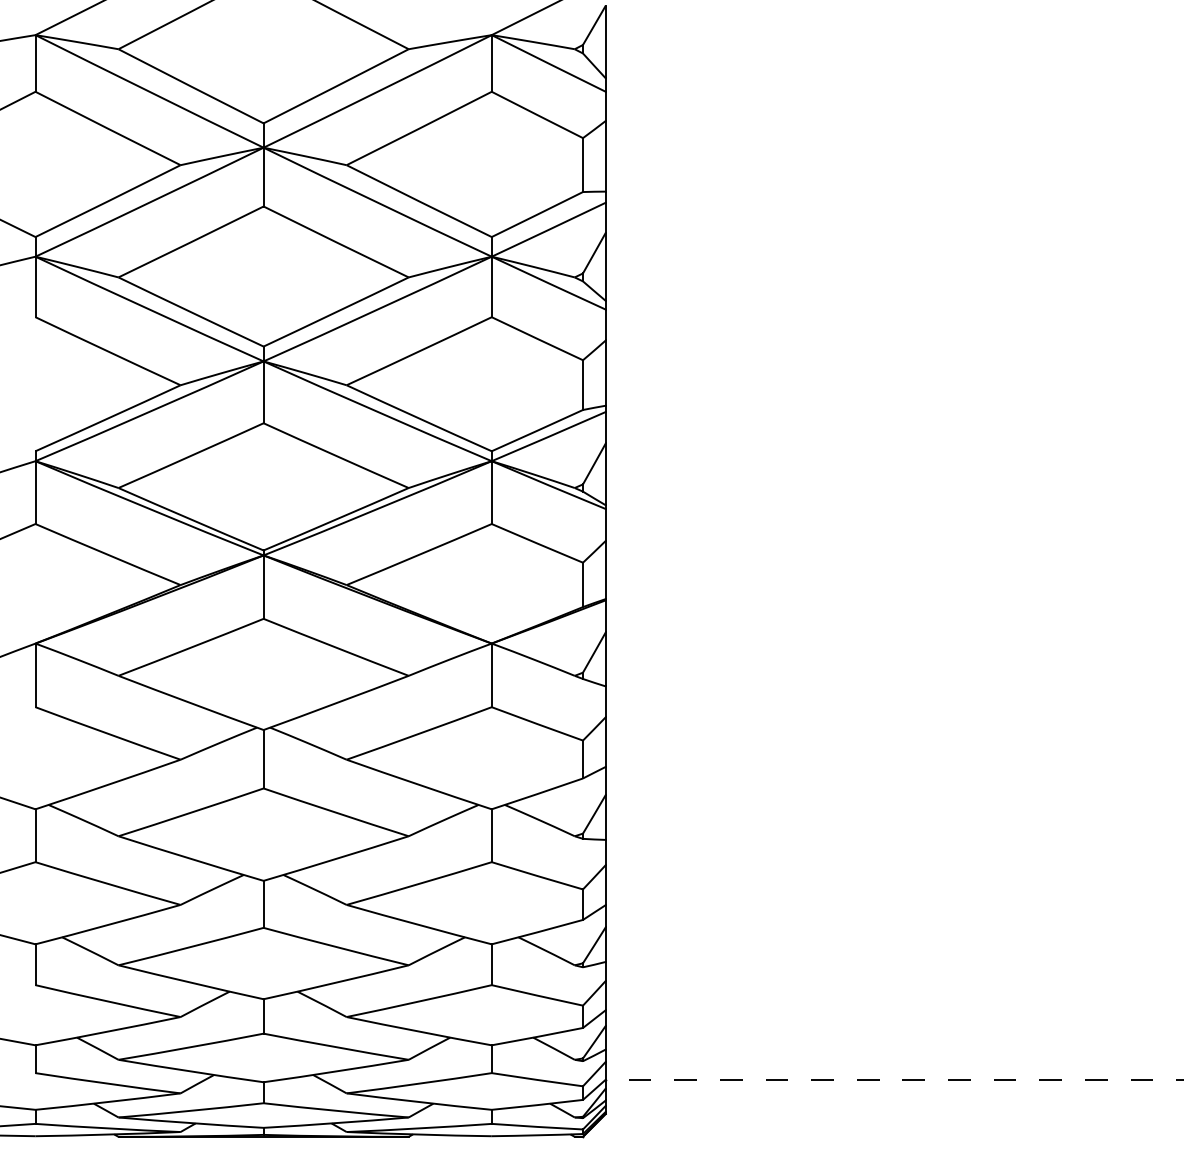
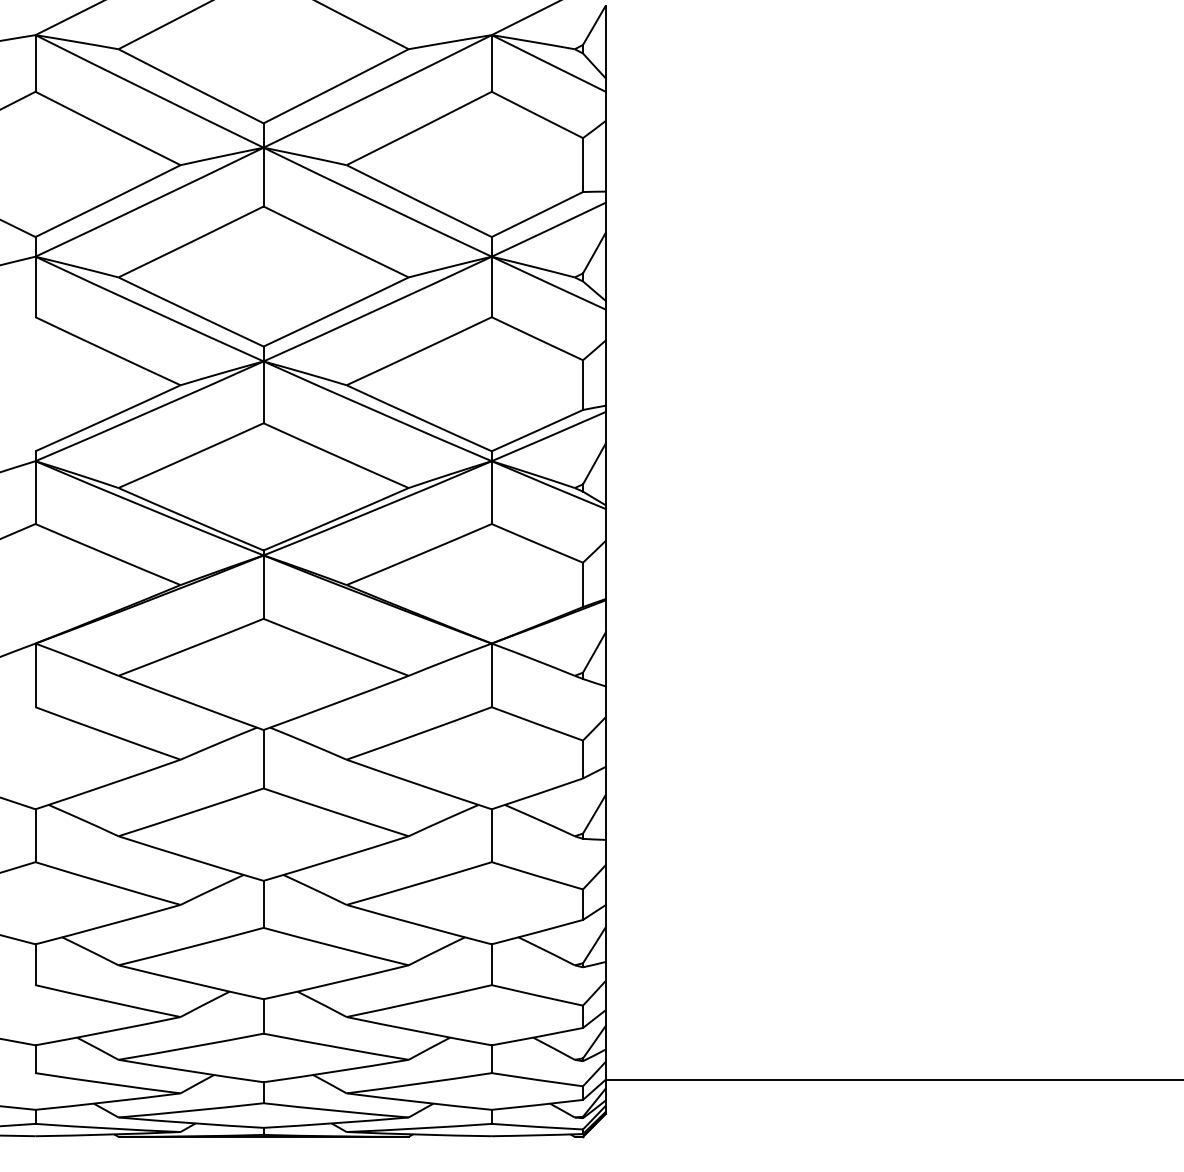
line at (894, 1079): dashed -> solid
